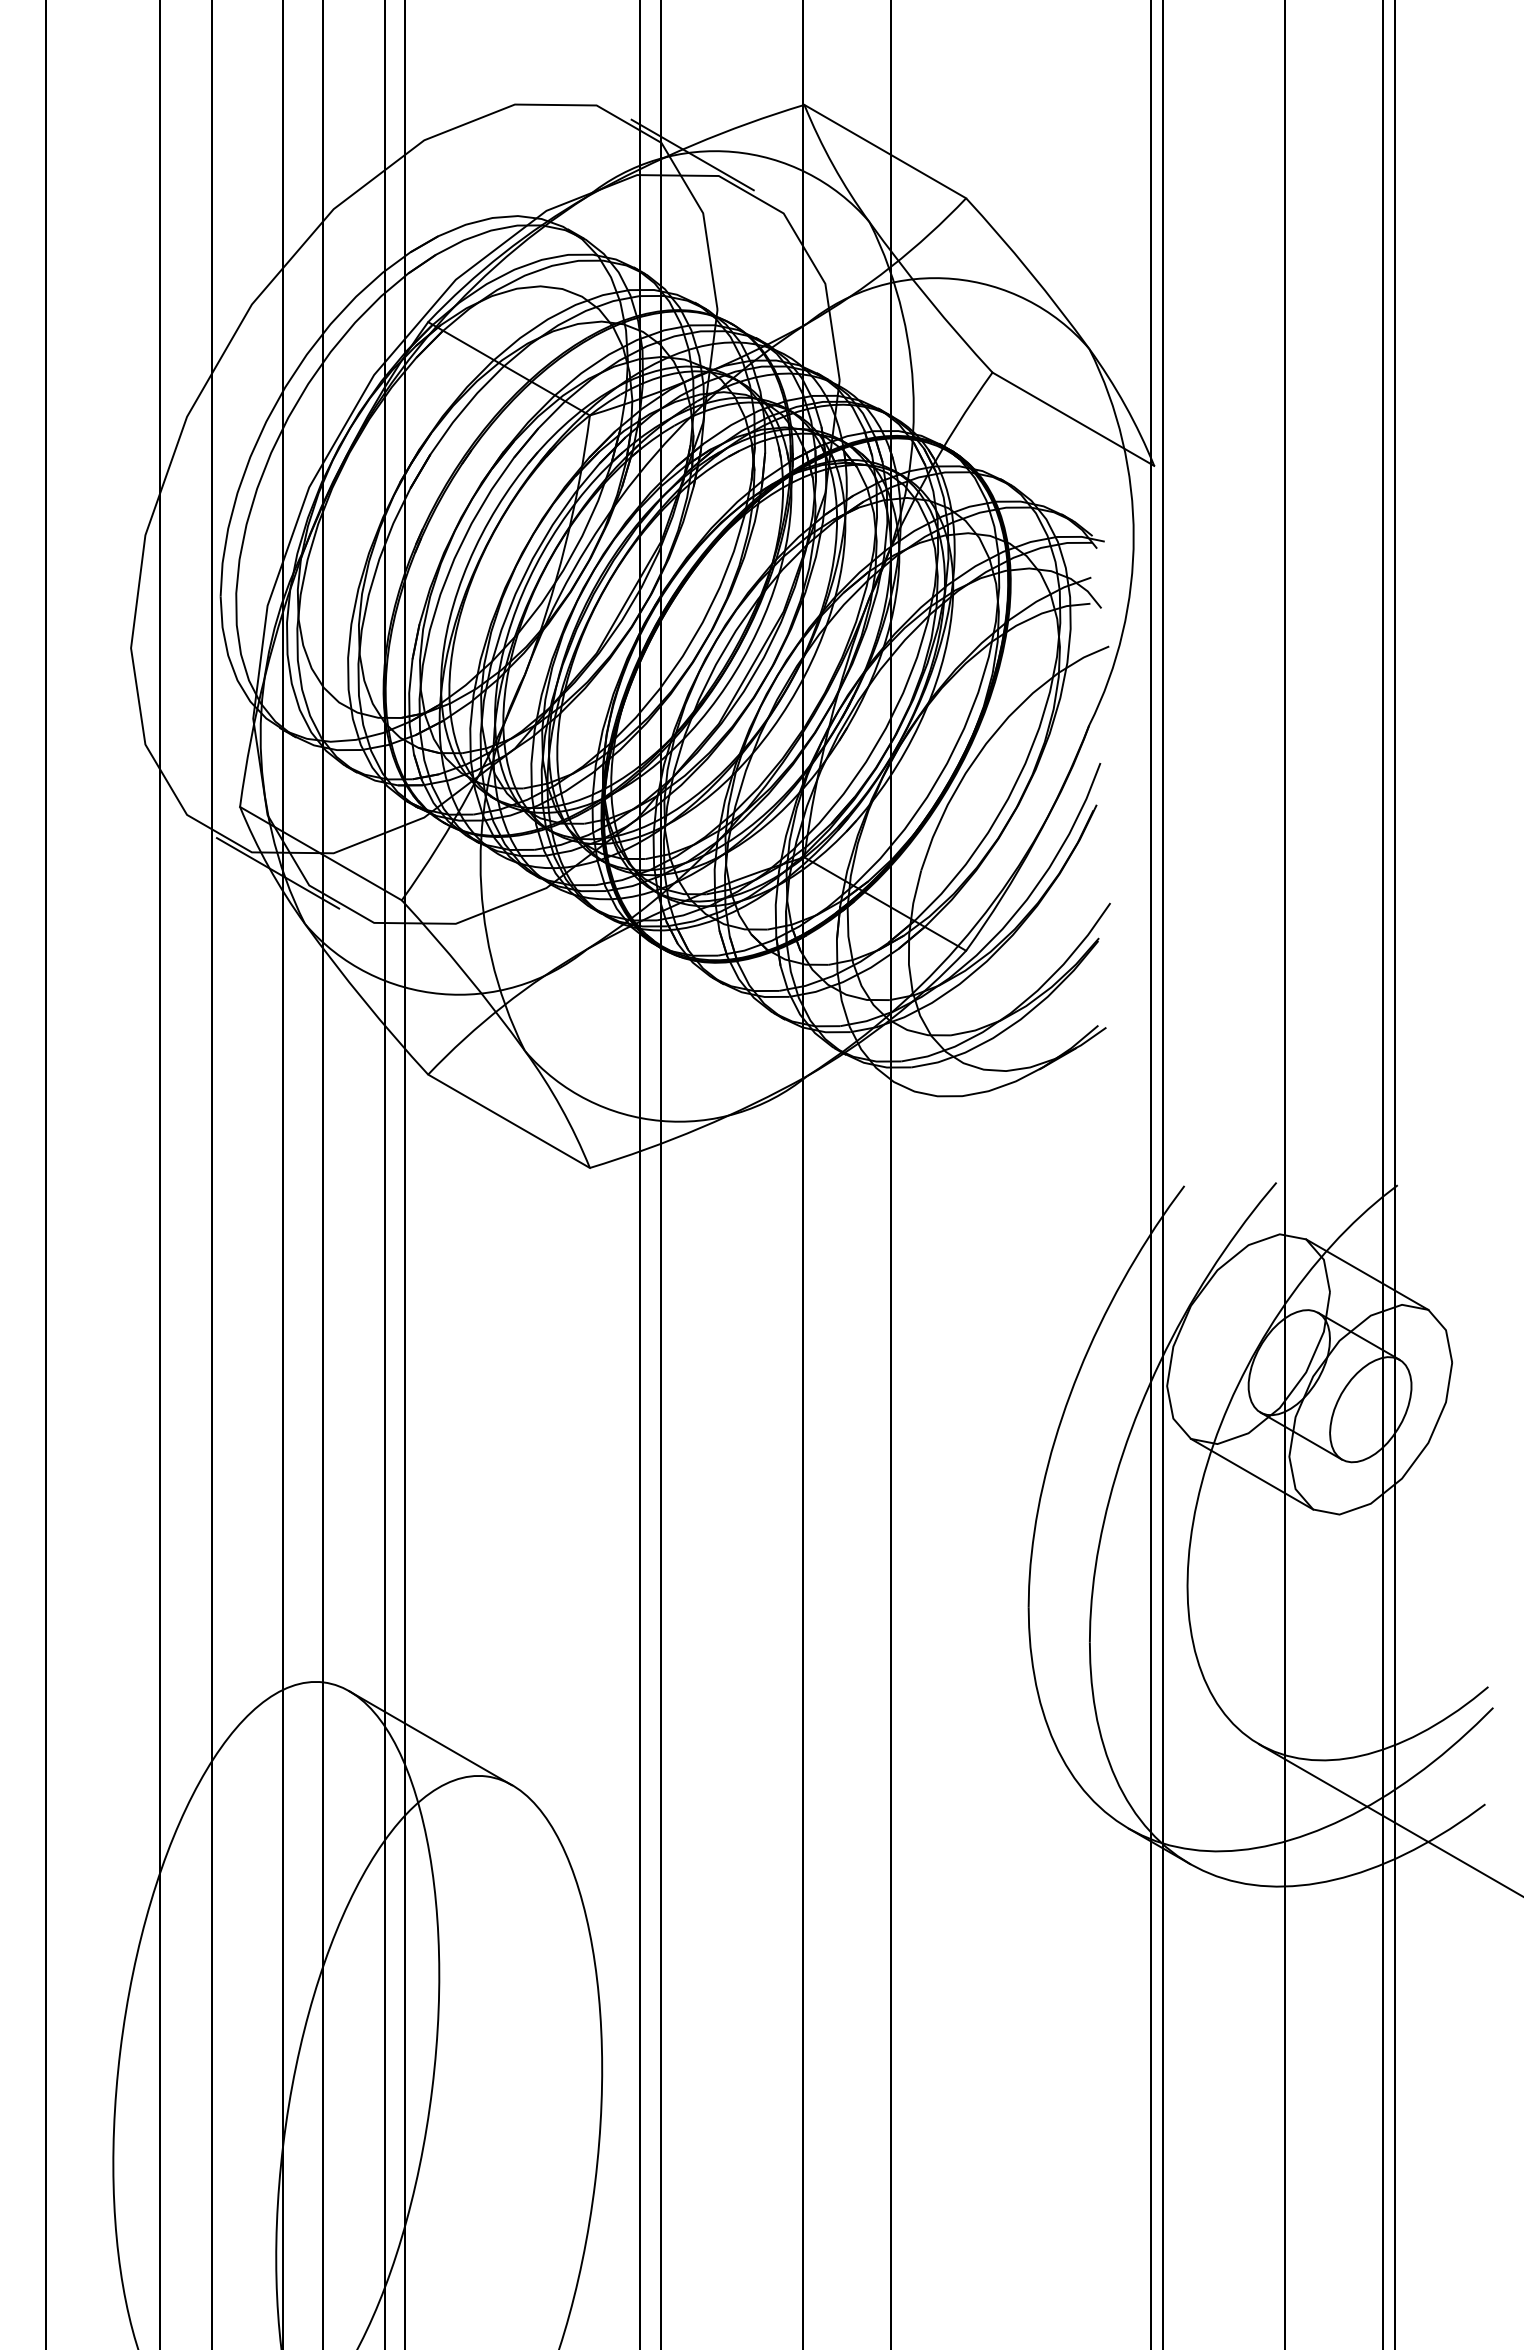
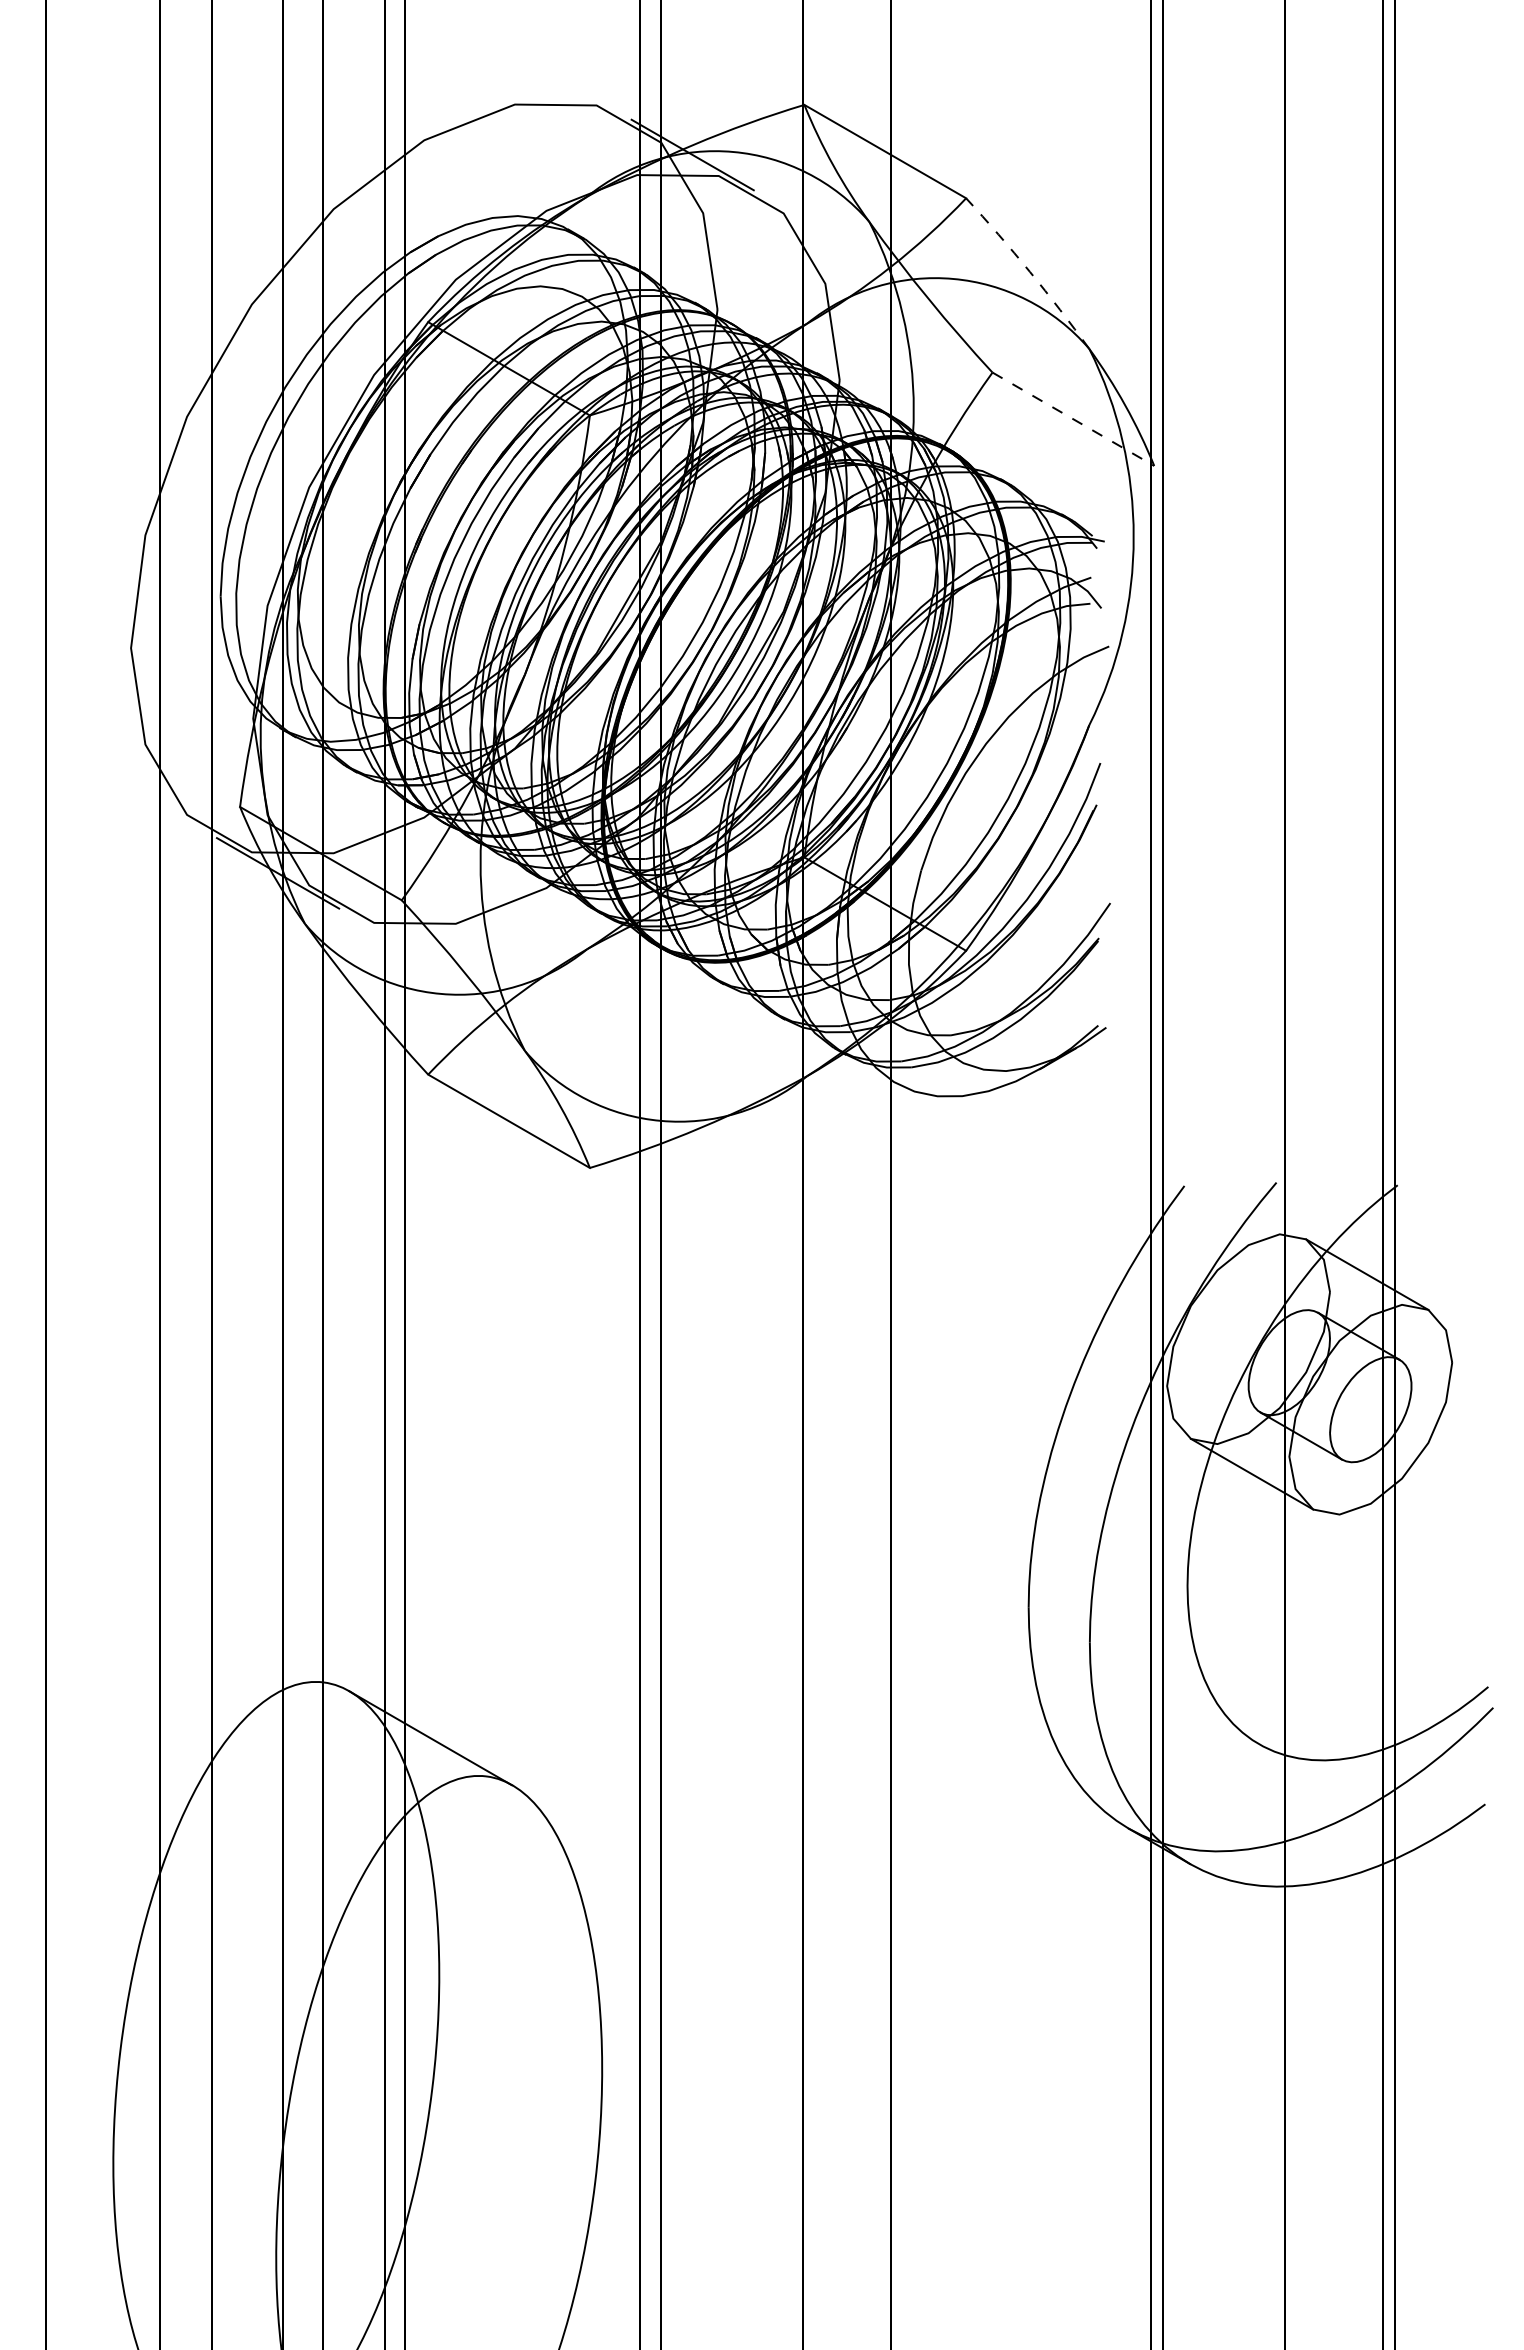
arc at (1029, 271): solid -> dashed
line at (1073, 419): solid -> dashed
line at (1389, 1819): present -> none
